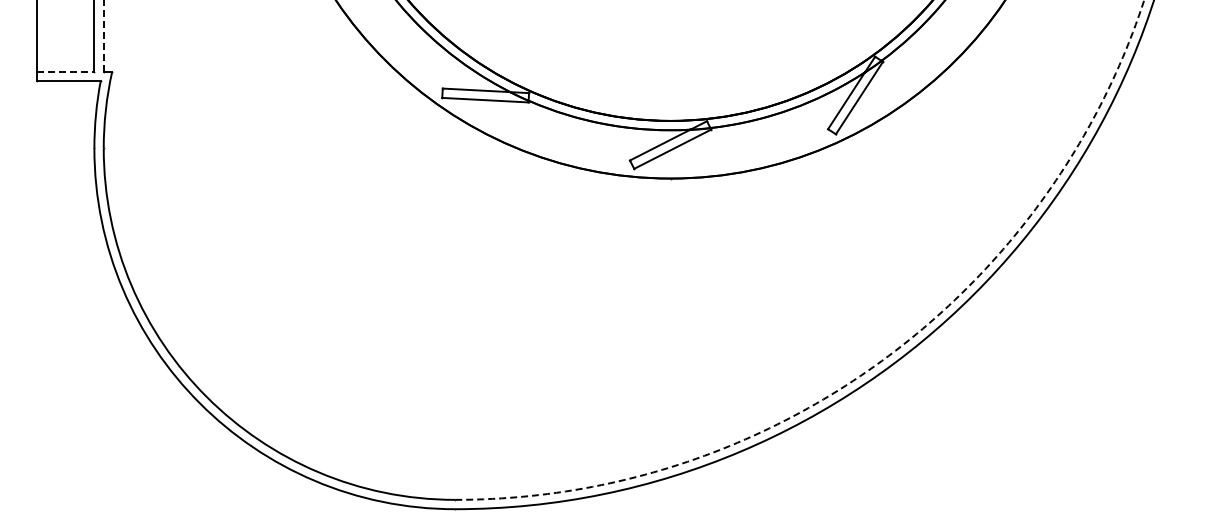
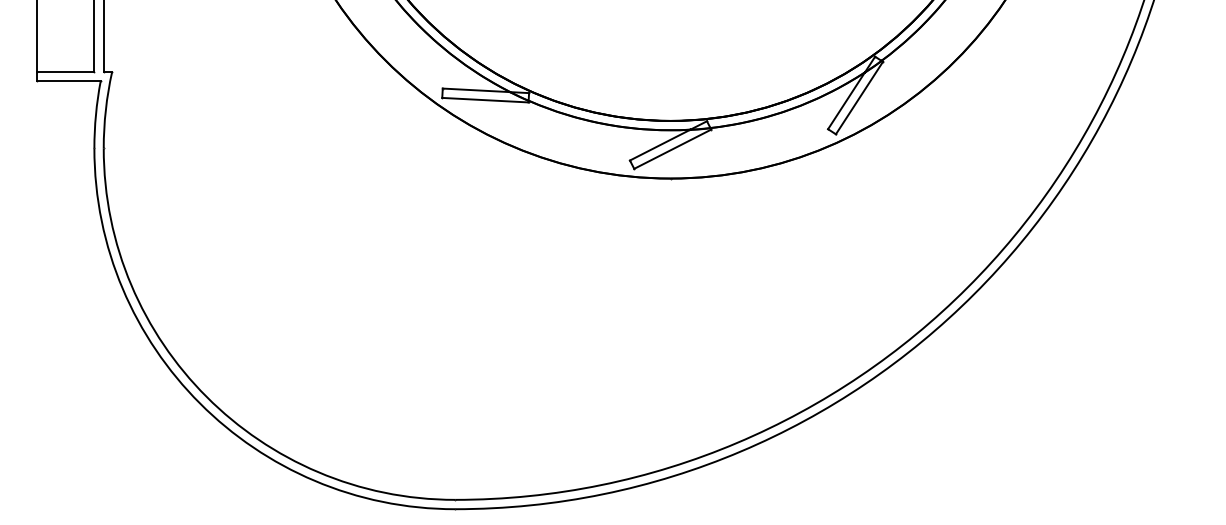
line at (103, 36): dashed -> solid
line at (65, 72): dashed -> solid
arc at (881, 361): dashed -> solid
